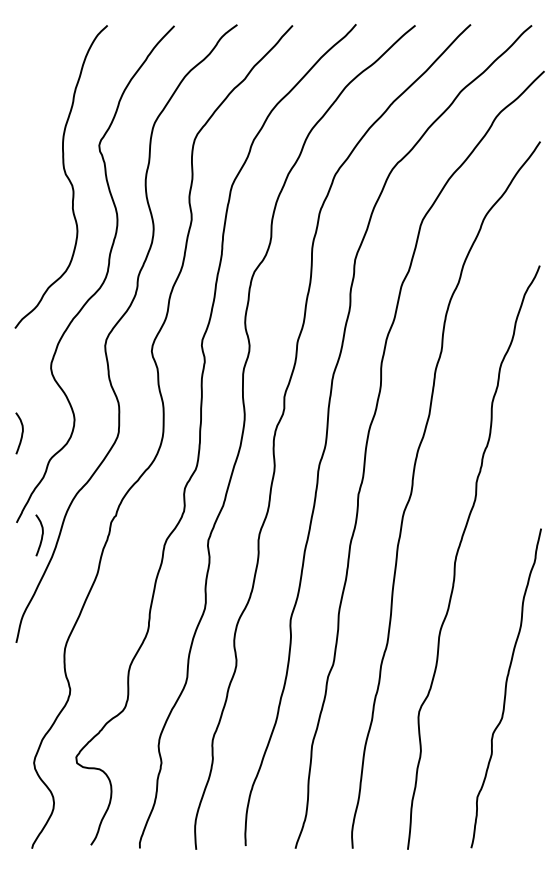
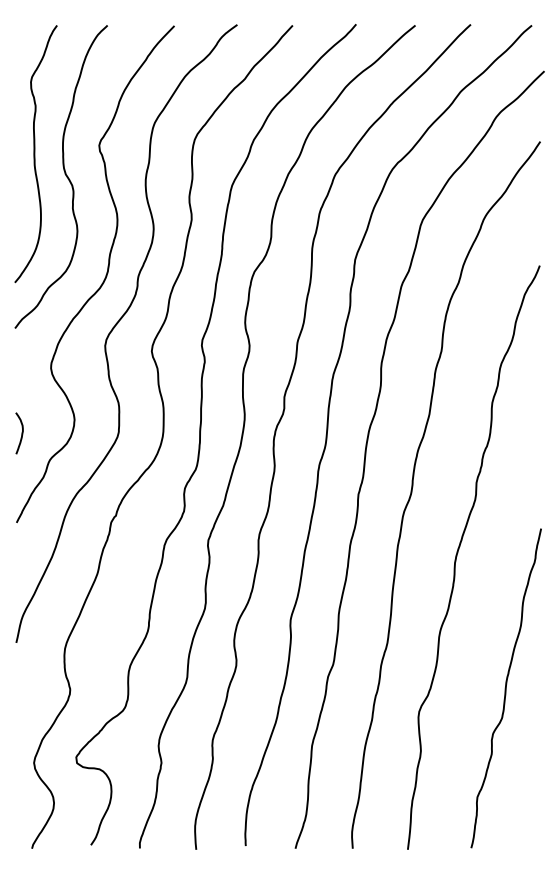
curve at (35, 154): none -> present
curve at (41, 535): present -> none
